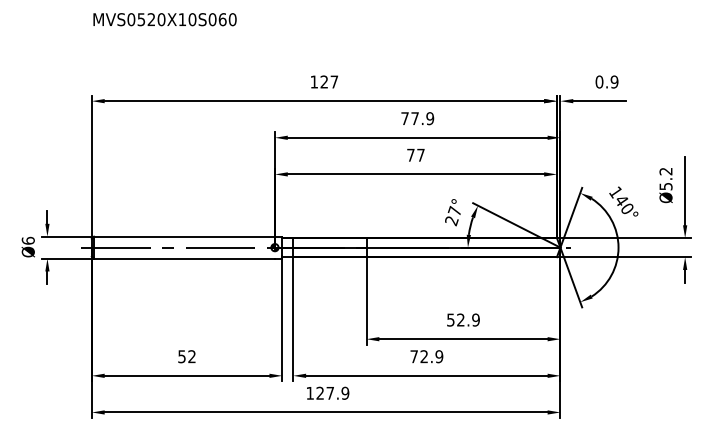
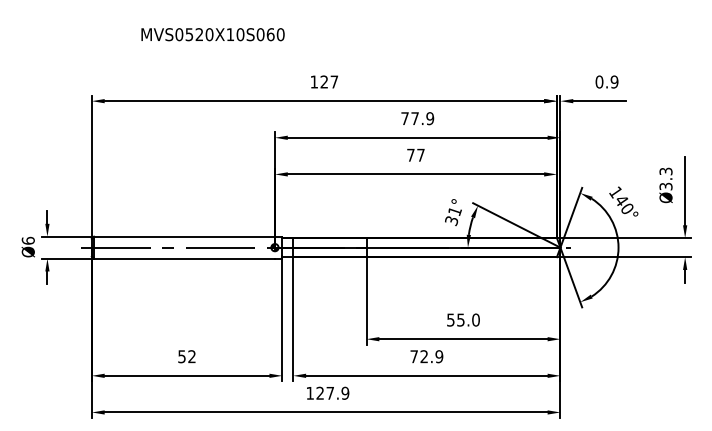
text at (164, 19) position: (164, 19) -> (212, 34)
text at (665, 178): Ø5.2 -> Ø3.3
text at (453, 215): 27° -> 31°
text at (468, 319): 52.9 -> 55.0
